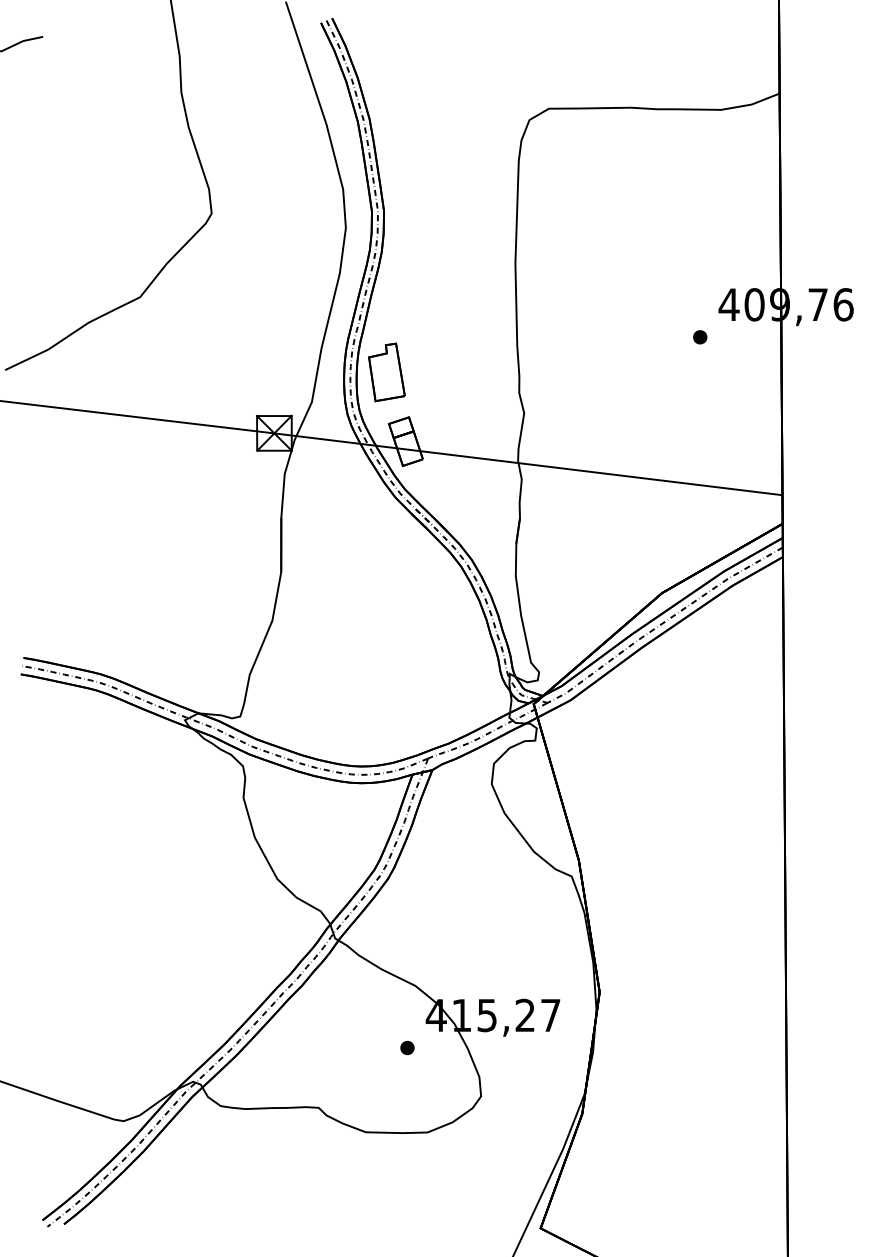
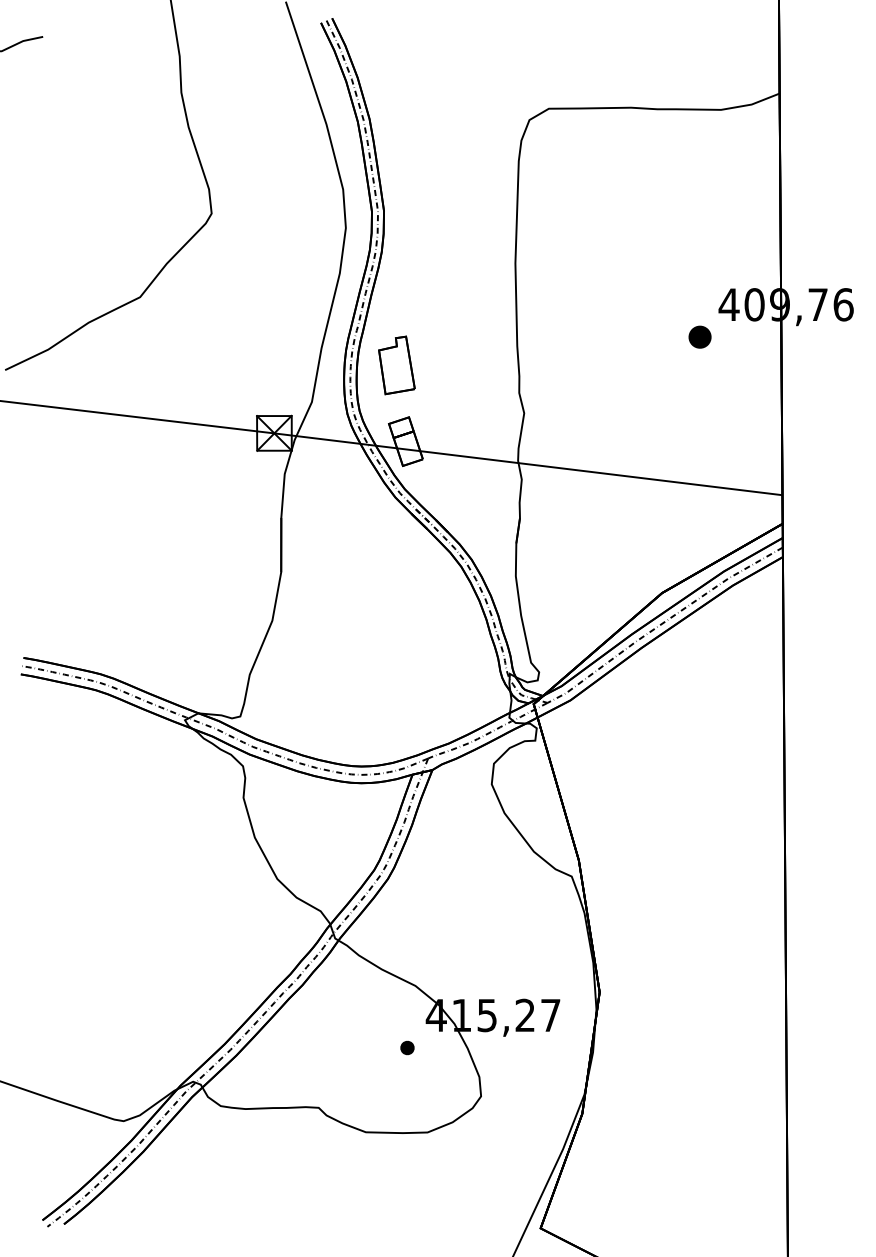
part at (700, 337) size: 15x15 px -> 24x24 px
part at (386, 372) position: (386, 372) -> (396, 365)
